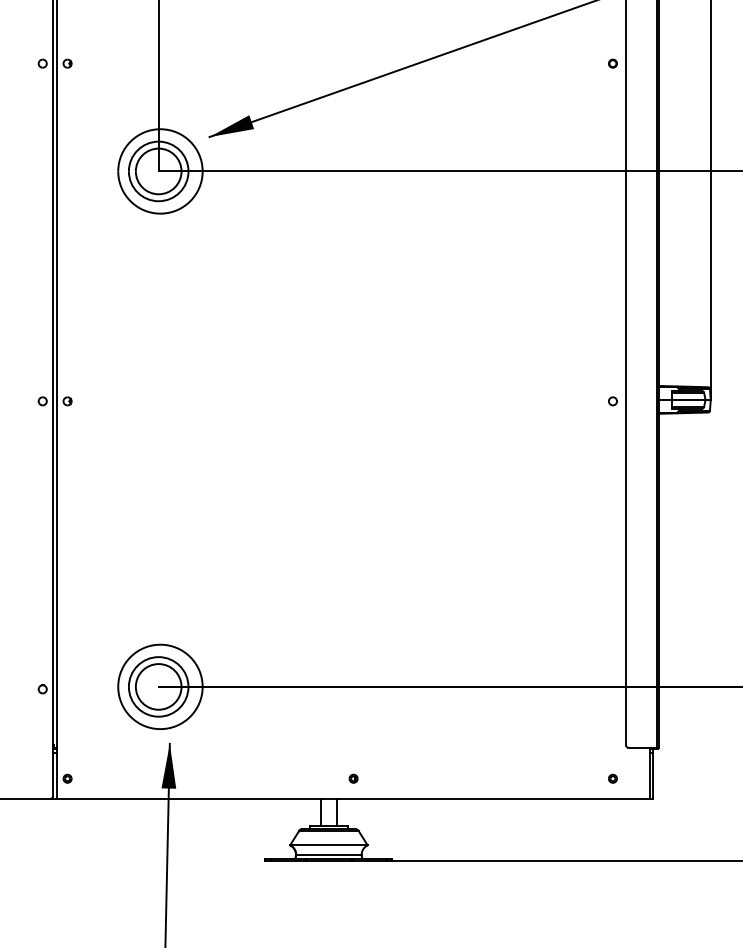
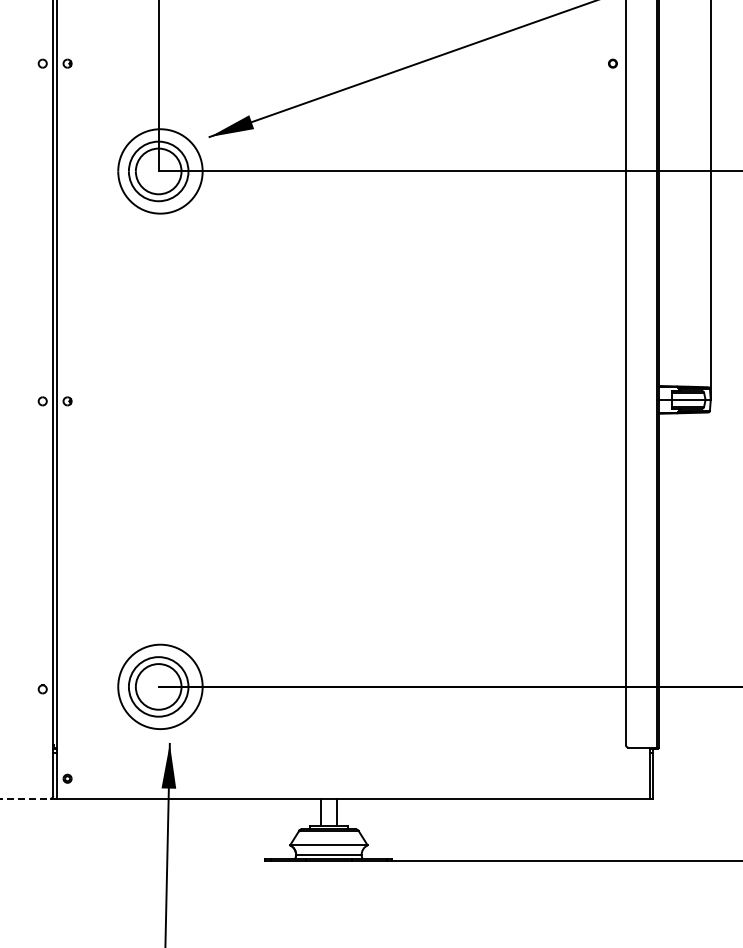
part at (612, 401): present -> none
part at (353, 778): present -> none
part at (612, 778): present -> none
line at (25, 798): solid -> dashed
